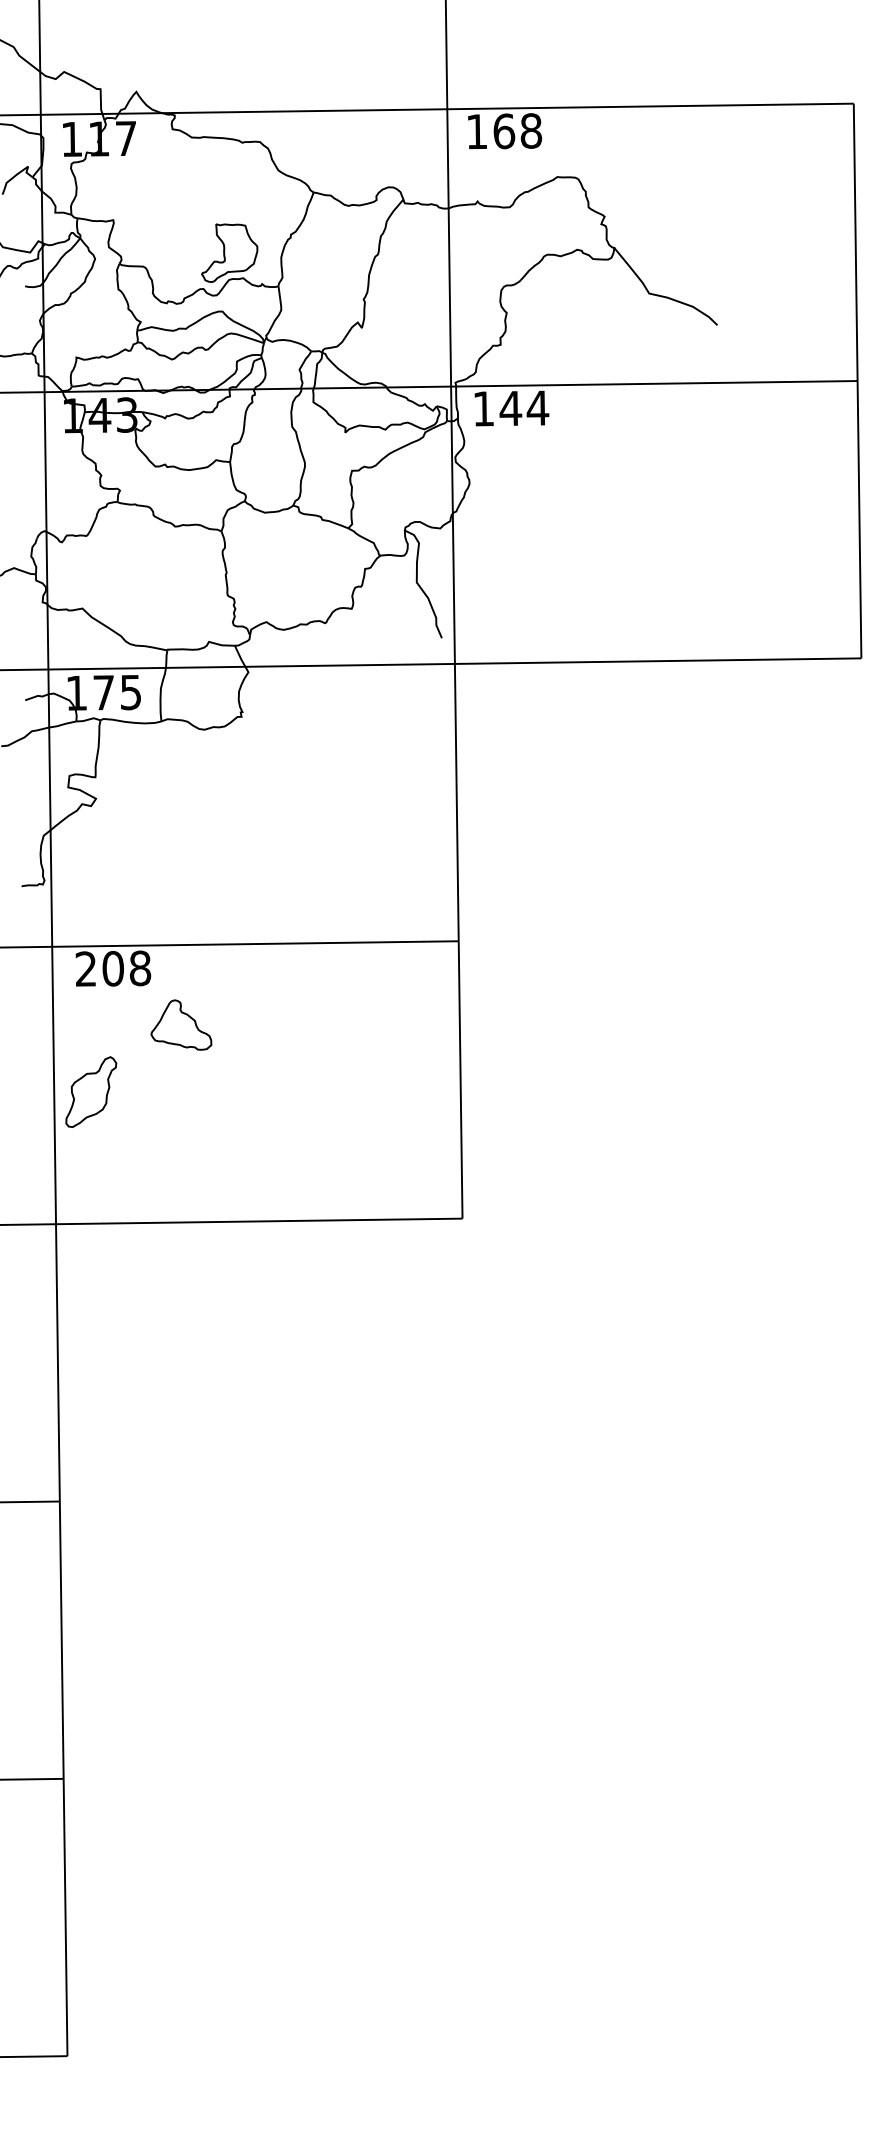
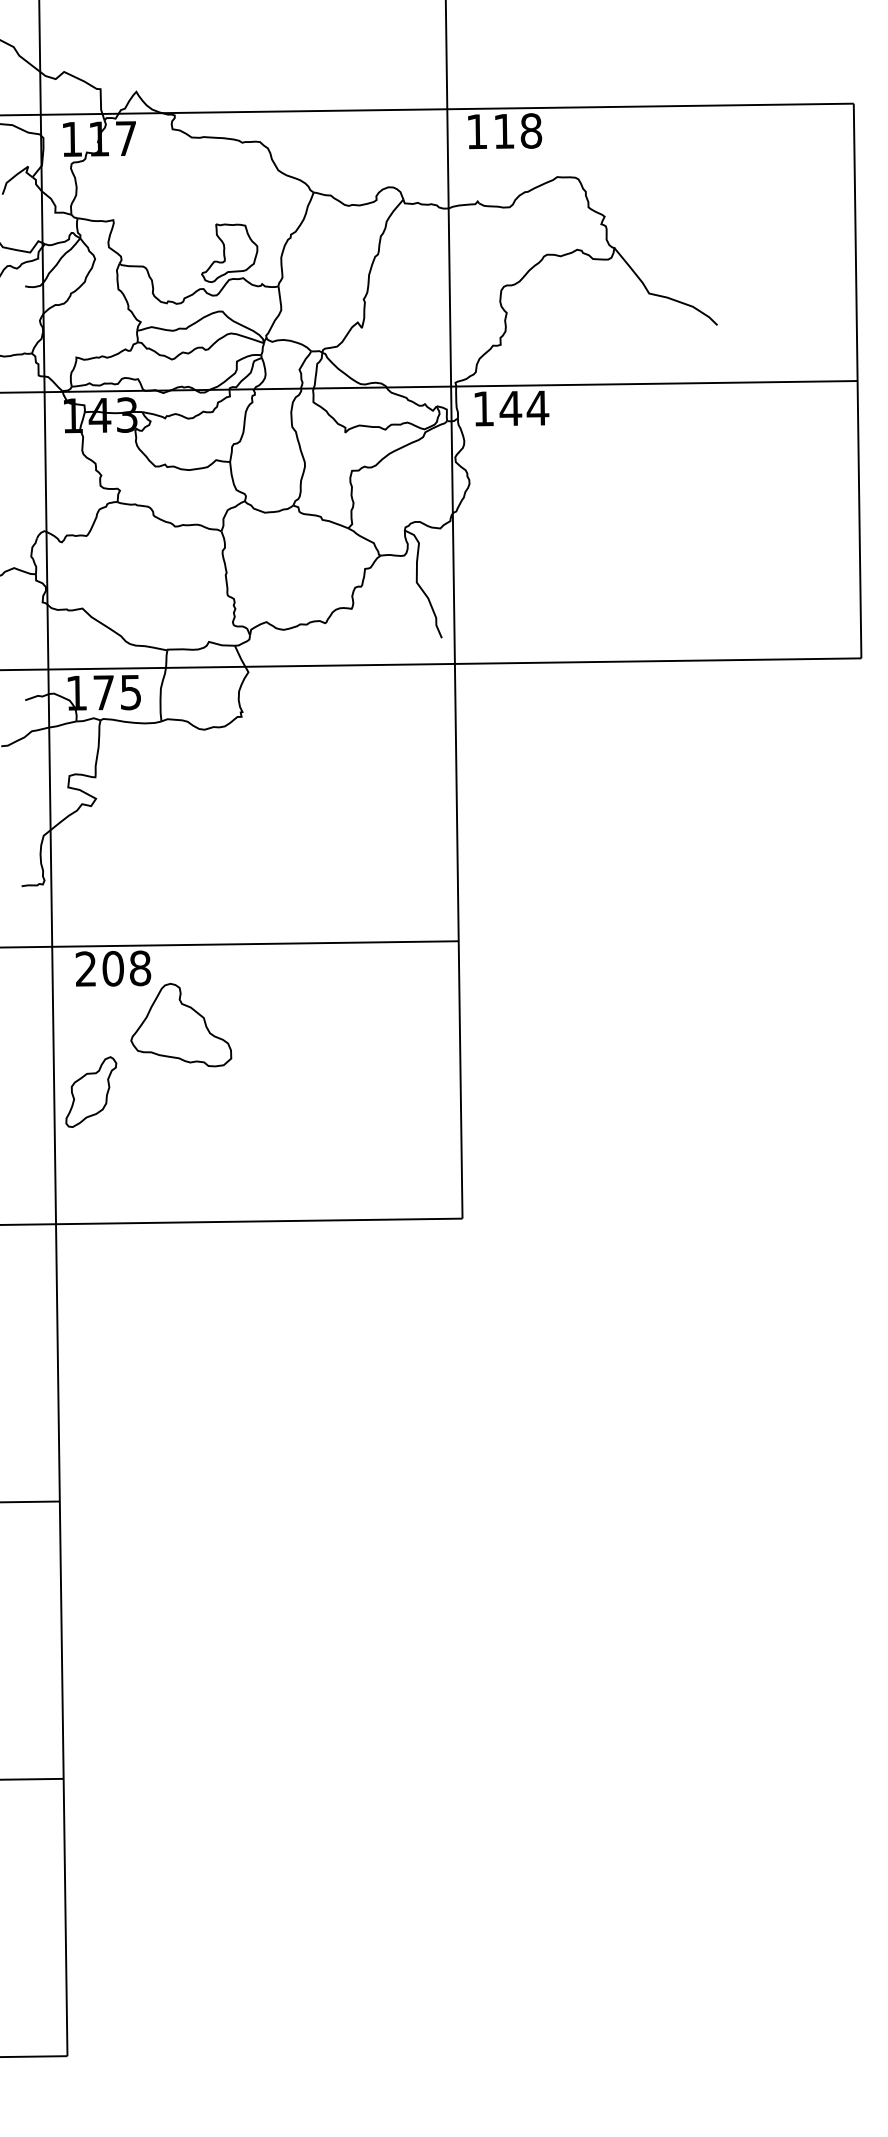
text at (504, 131): 168 -> 118
part at (181, 1024) size: 63x52 px -> 103x86 px
